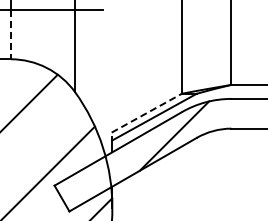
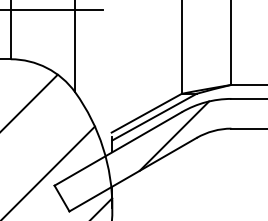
line at (10, 34): dashed -> solid
line at (147, 112): dashed -> solid
